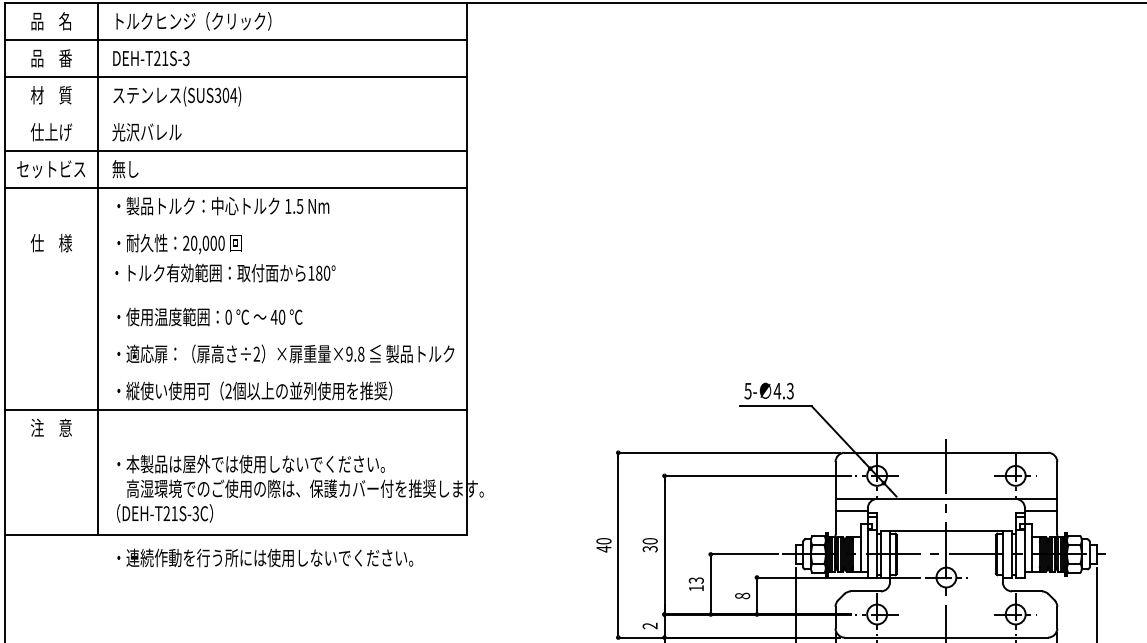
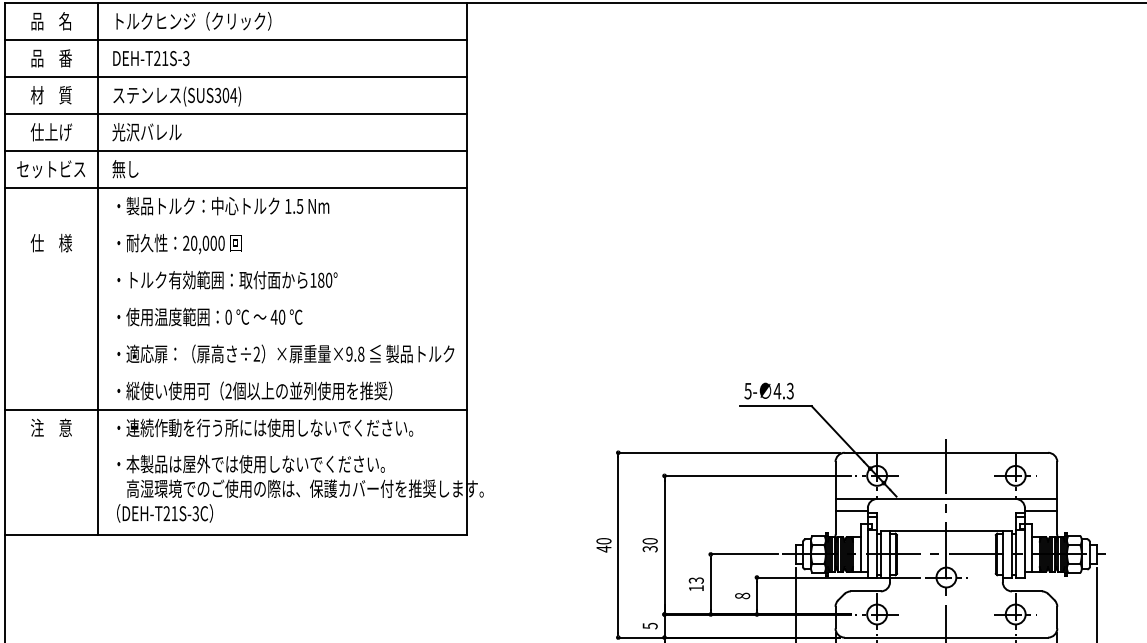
line at (236, 113): none -> present
text at (225, 272) position: (225, 272) -> (227, 279)
text at (265, 557) position: (265, 557) -> (265, 427)
text at (649, 625): 2 -> 5
